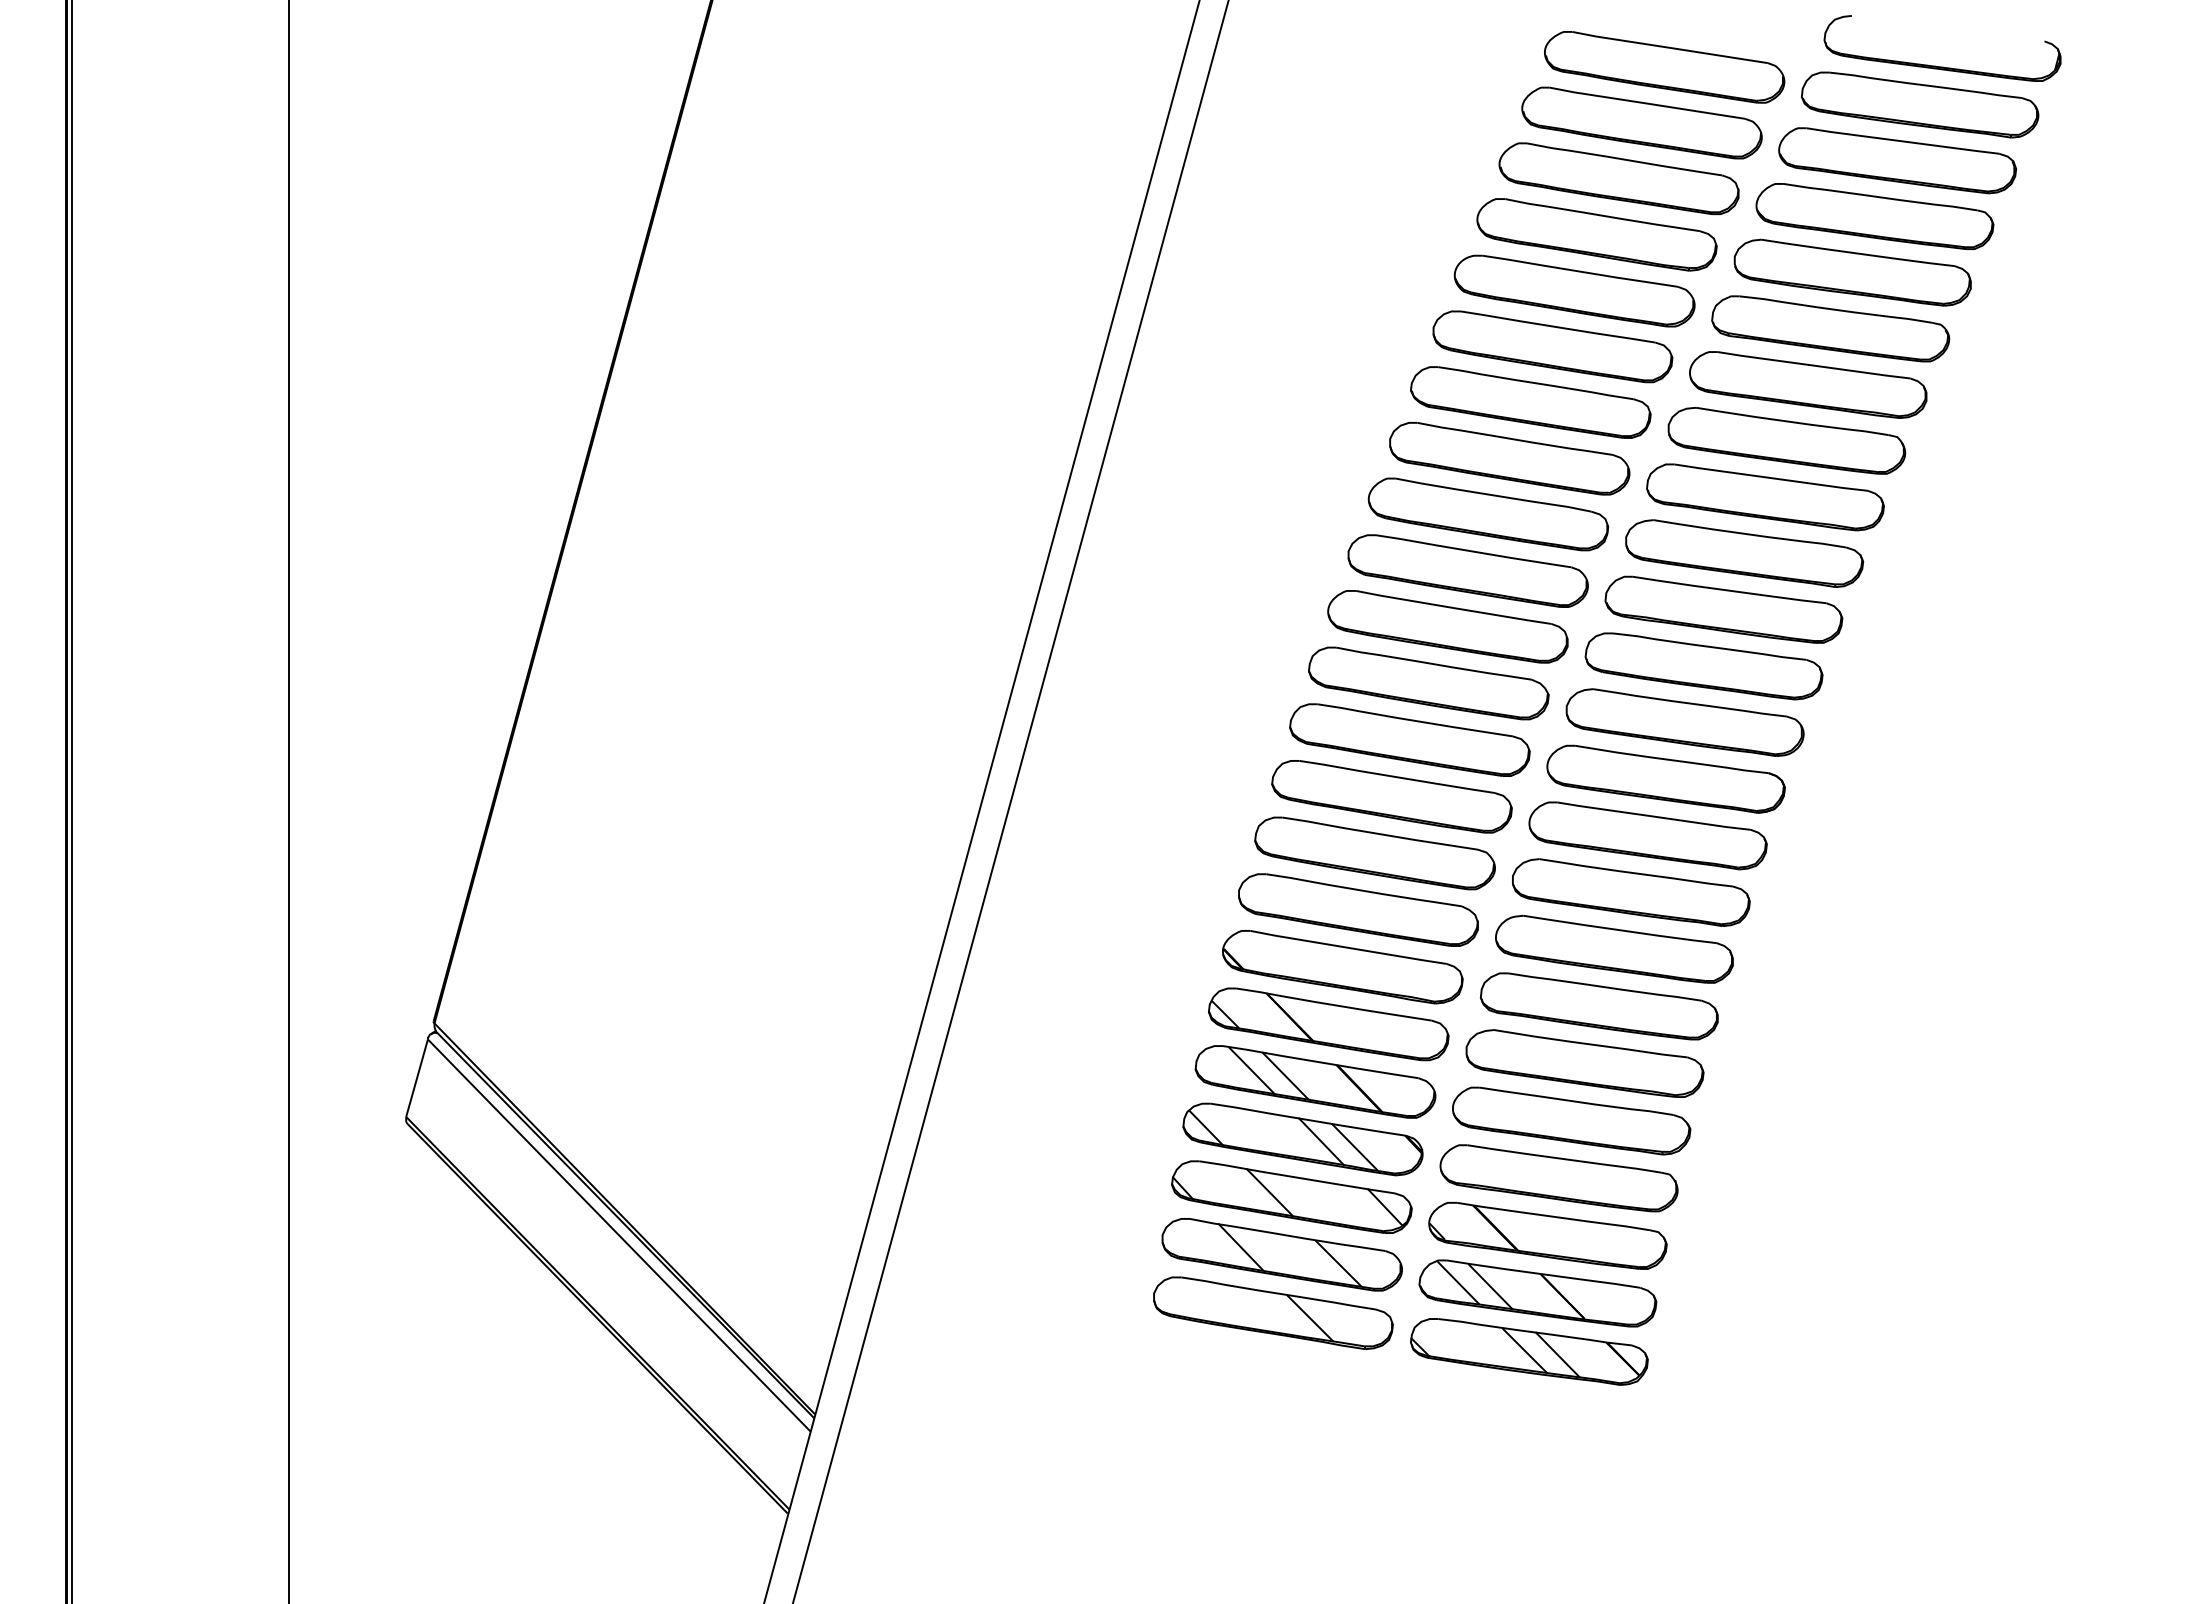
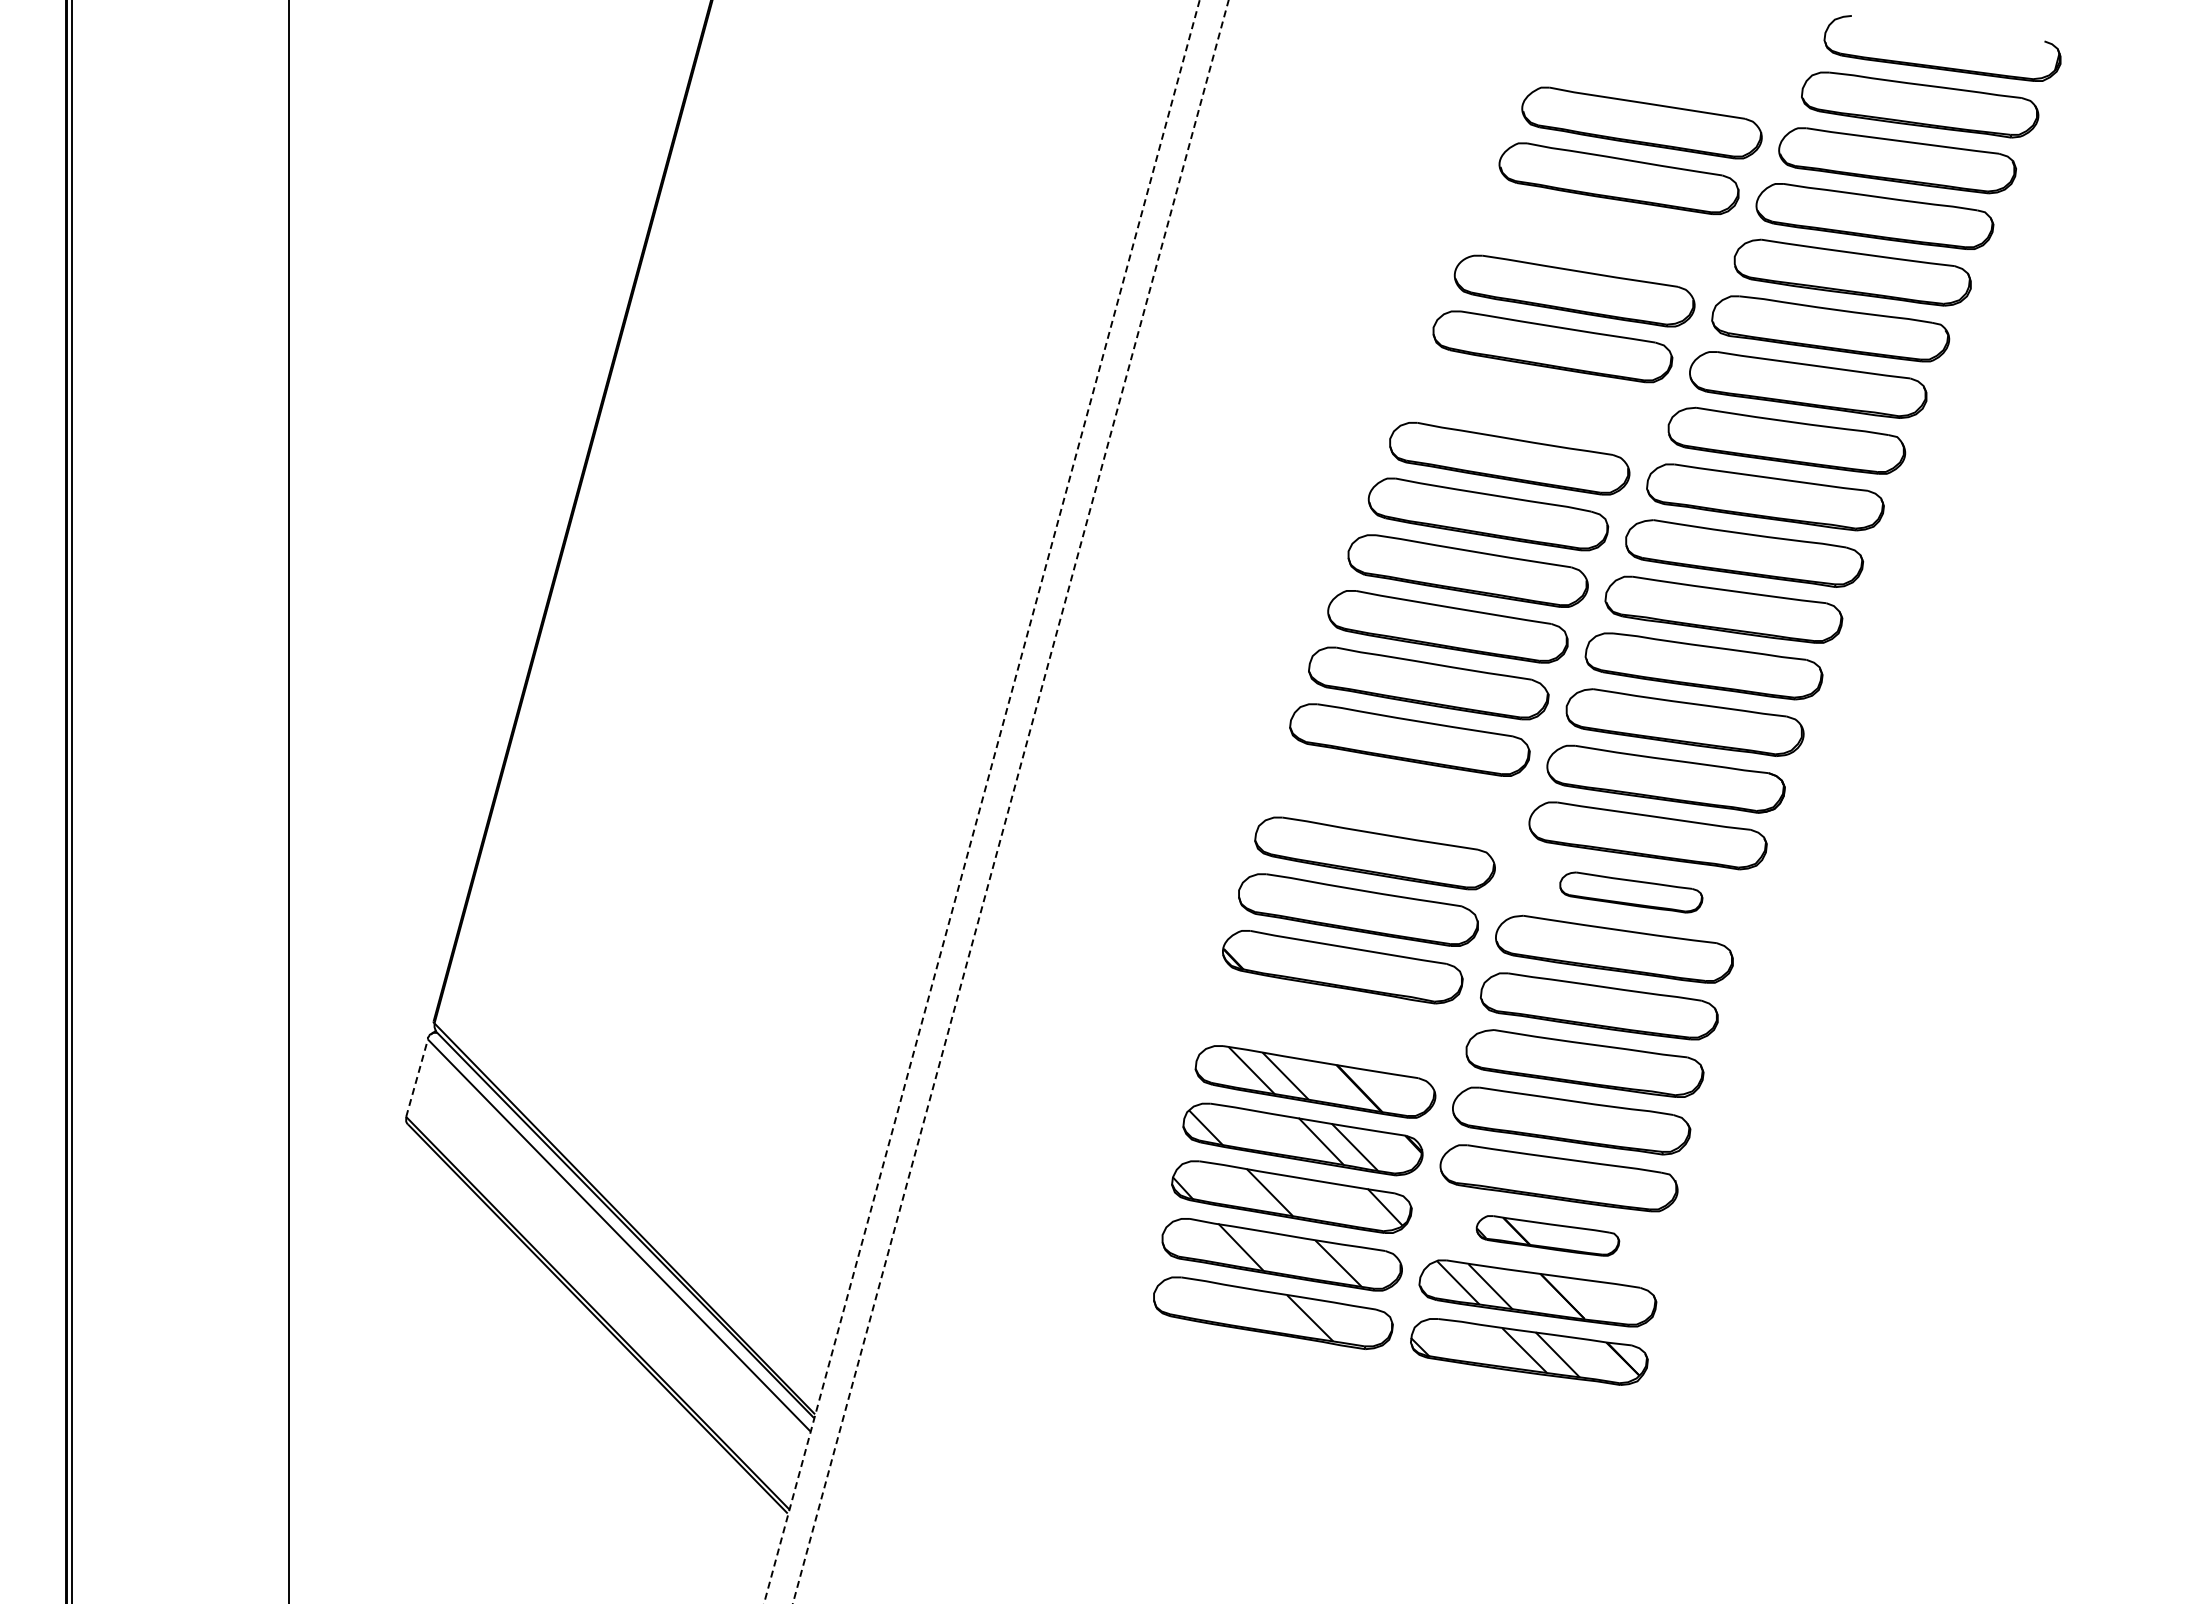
part at (1664, 67): present -> none
part at (1596, 234): present -> none
part at (1530, 402): present -> none
part at (1391, 796): present -> none
line at (981, 801): solid -> dashed
line at (1010, 802): solid -> dashed
part at (1631, 892) size: 239x69 px -> 145x43 px
part at (1328, 1024): present -> none
line at (417, 1077): solid -> dashed
part at (1547, 1235) size: 240x68 px -> 146x42 px
